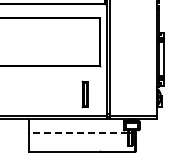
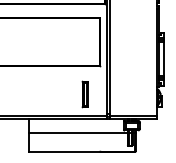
line at (78, 133): dashed -> solid
